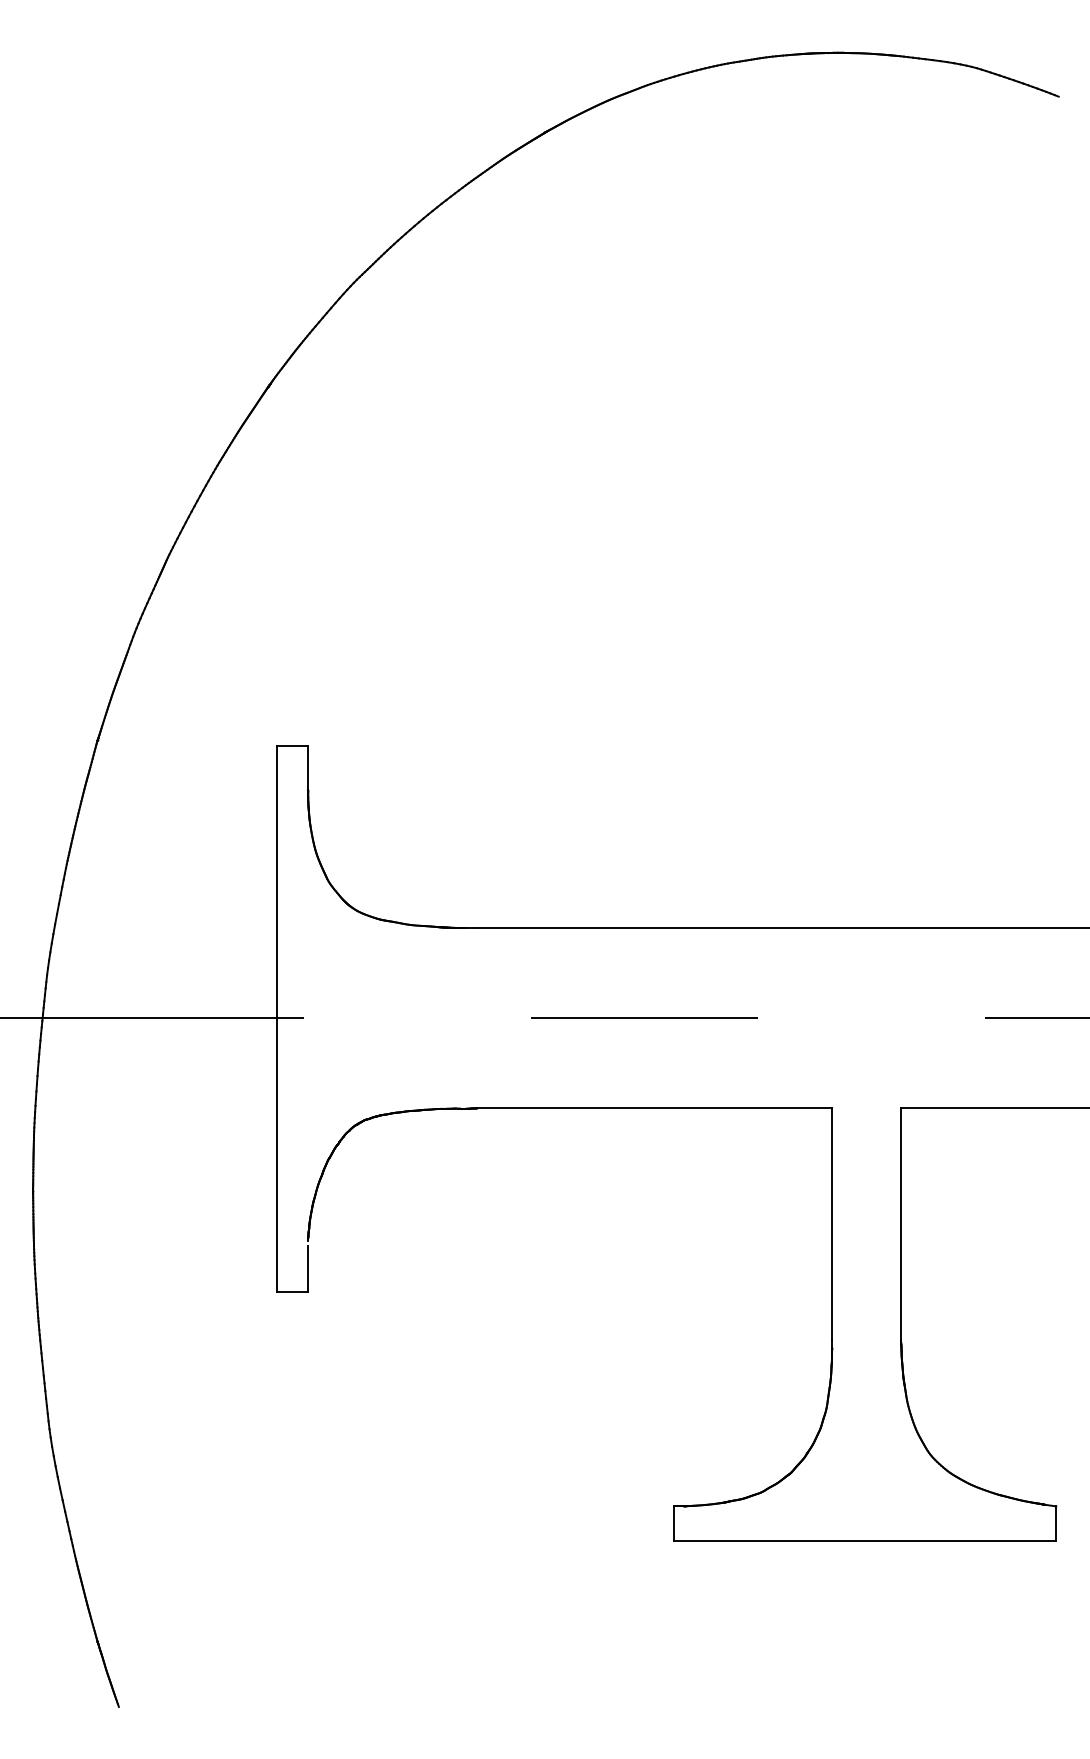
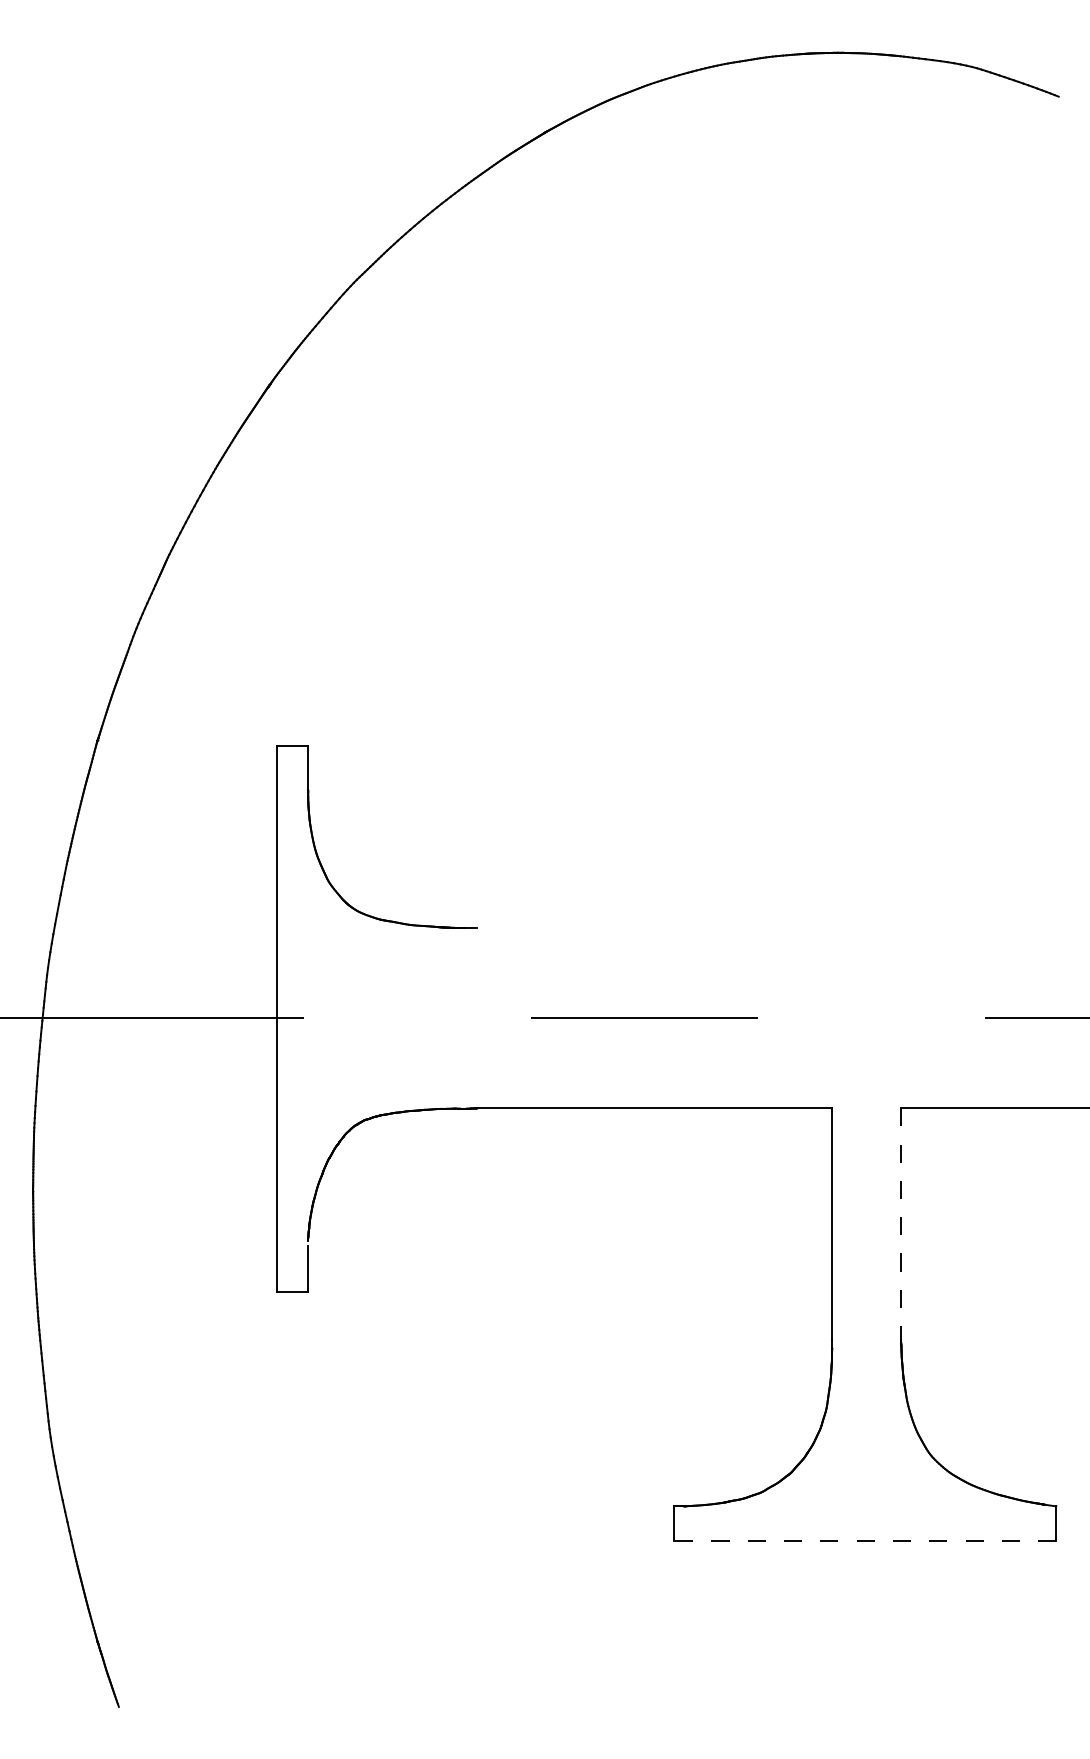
line at (781, 927): present -> none
line at (901, 1224): solid -> dashed
line at (864, 1541): solid -> dashed
